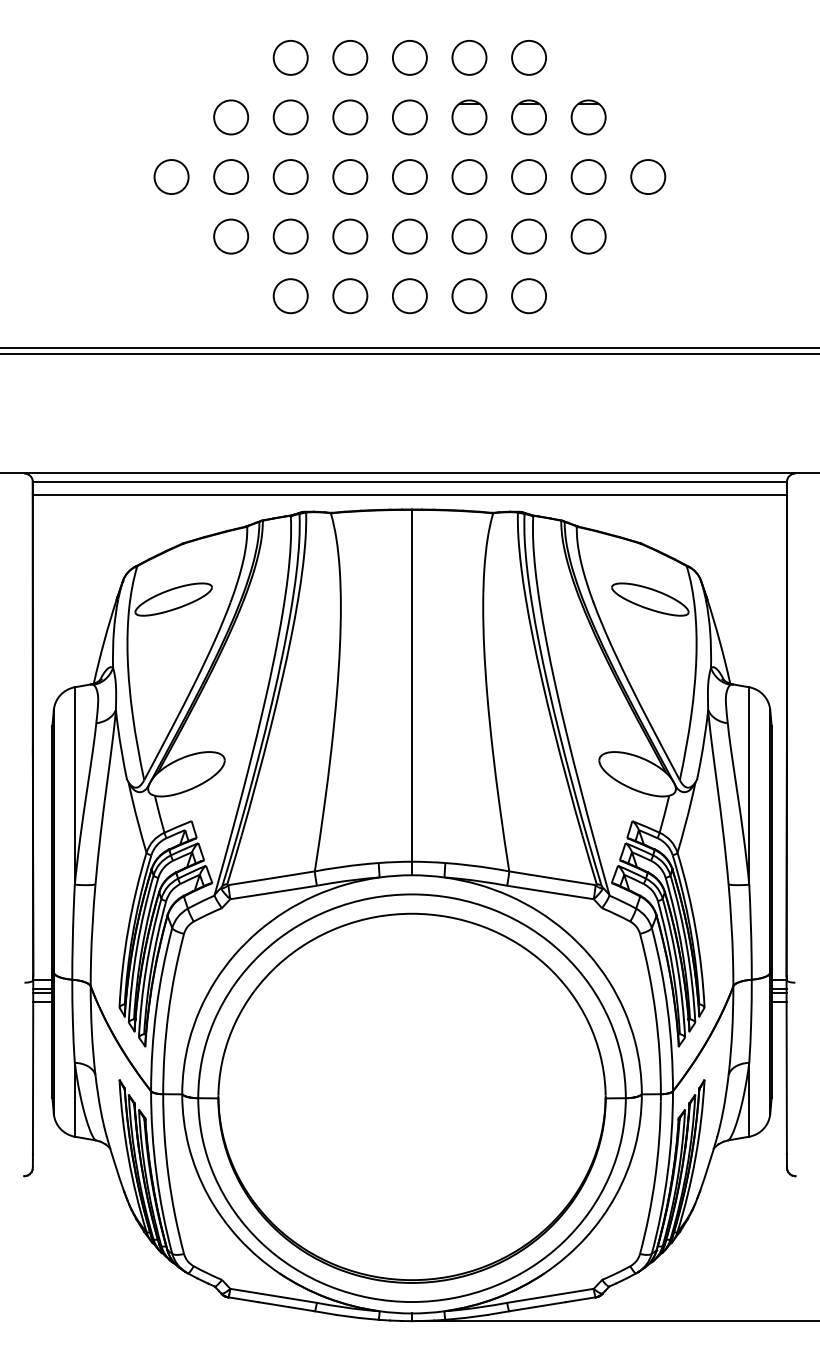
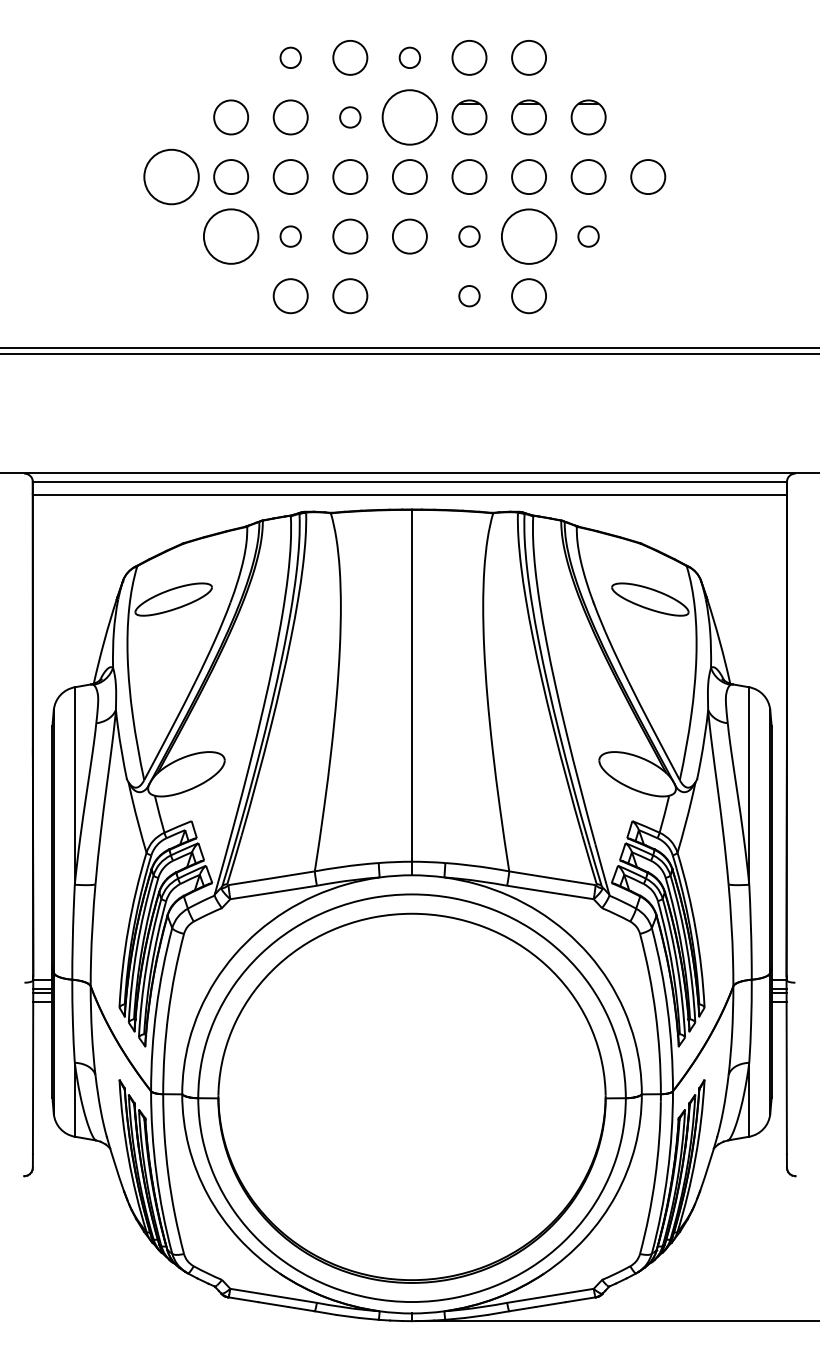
circle at (290, 57) diameter: 34 px -> 20 px
circle at (409, 57) diameter: 34 px -> 20 px
circle at (350, 117) diameter: 34 px -> 20 px
circle at (409, 117) diameter: 34 px -> 54 px
circle at (171, 177) diameter: 34 px -> 54 px
circle at (231, 236) diameter: 34 px -> 54 px
circle at (290, 236) diameter: 34 px -> 20 px
circle at (469, 236) diameter: 34 px -> 20 px
circle at (528, 236) size: 36x37 px -> 57x57 px
circle at (588, 236) size: 37x37 px -> 23x23 px
circle at (409, 296): present -> none
circle at (469, 296) diameter: 34 px -> 20 px
